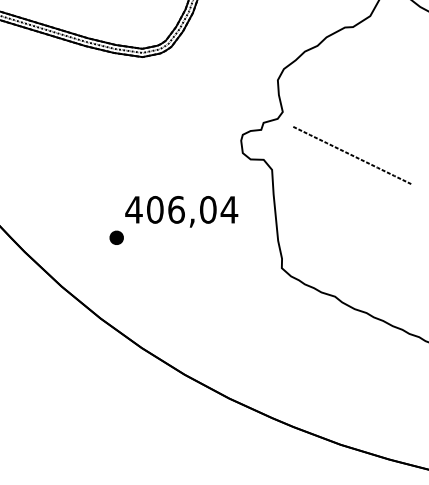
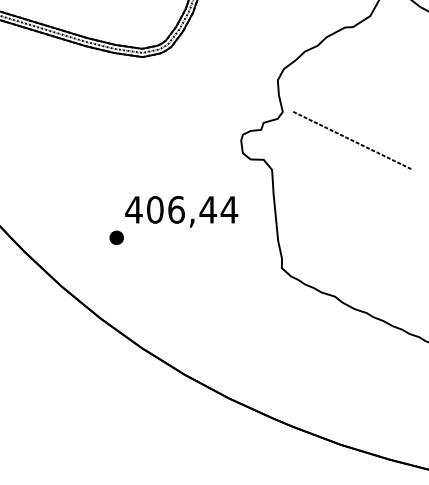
curve at (352, 155) position: (352, 155) -> (352, 140)
text at (207, 209): 406,04 -> 406,44
